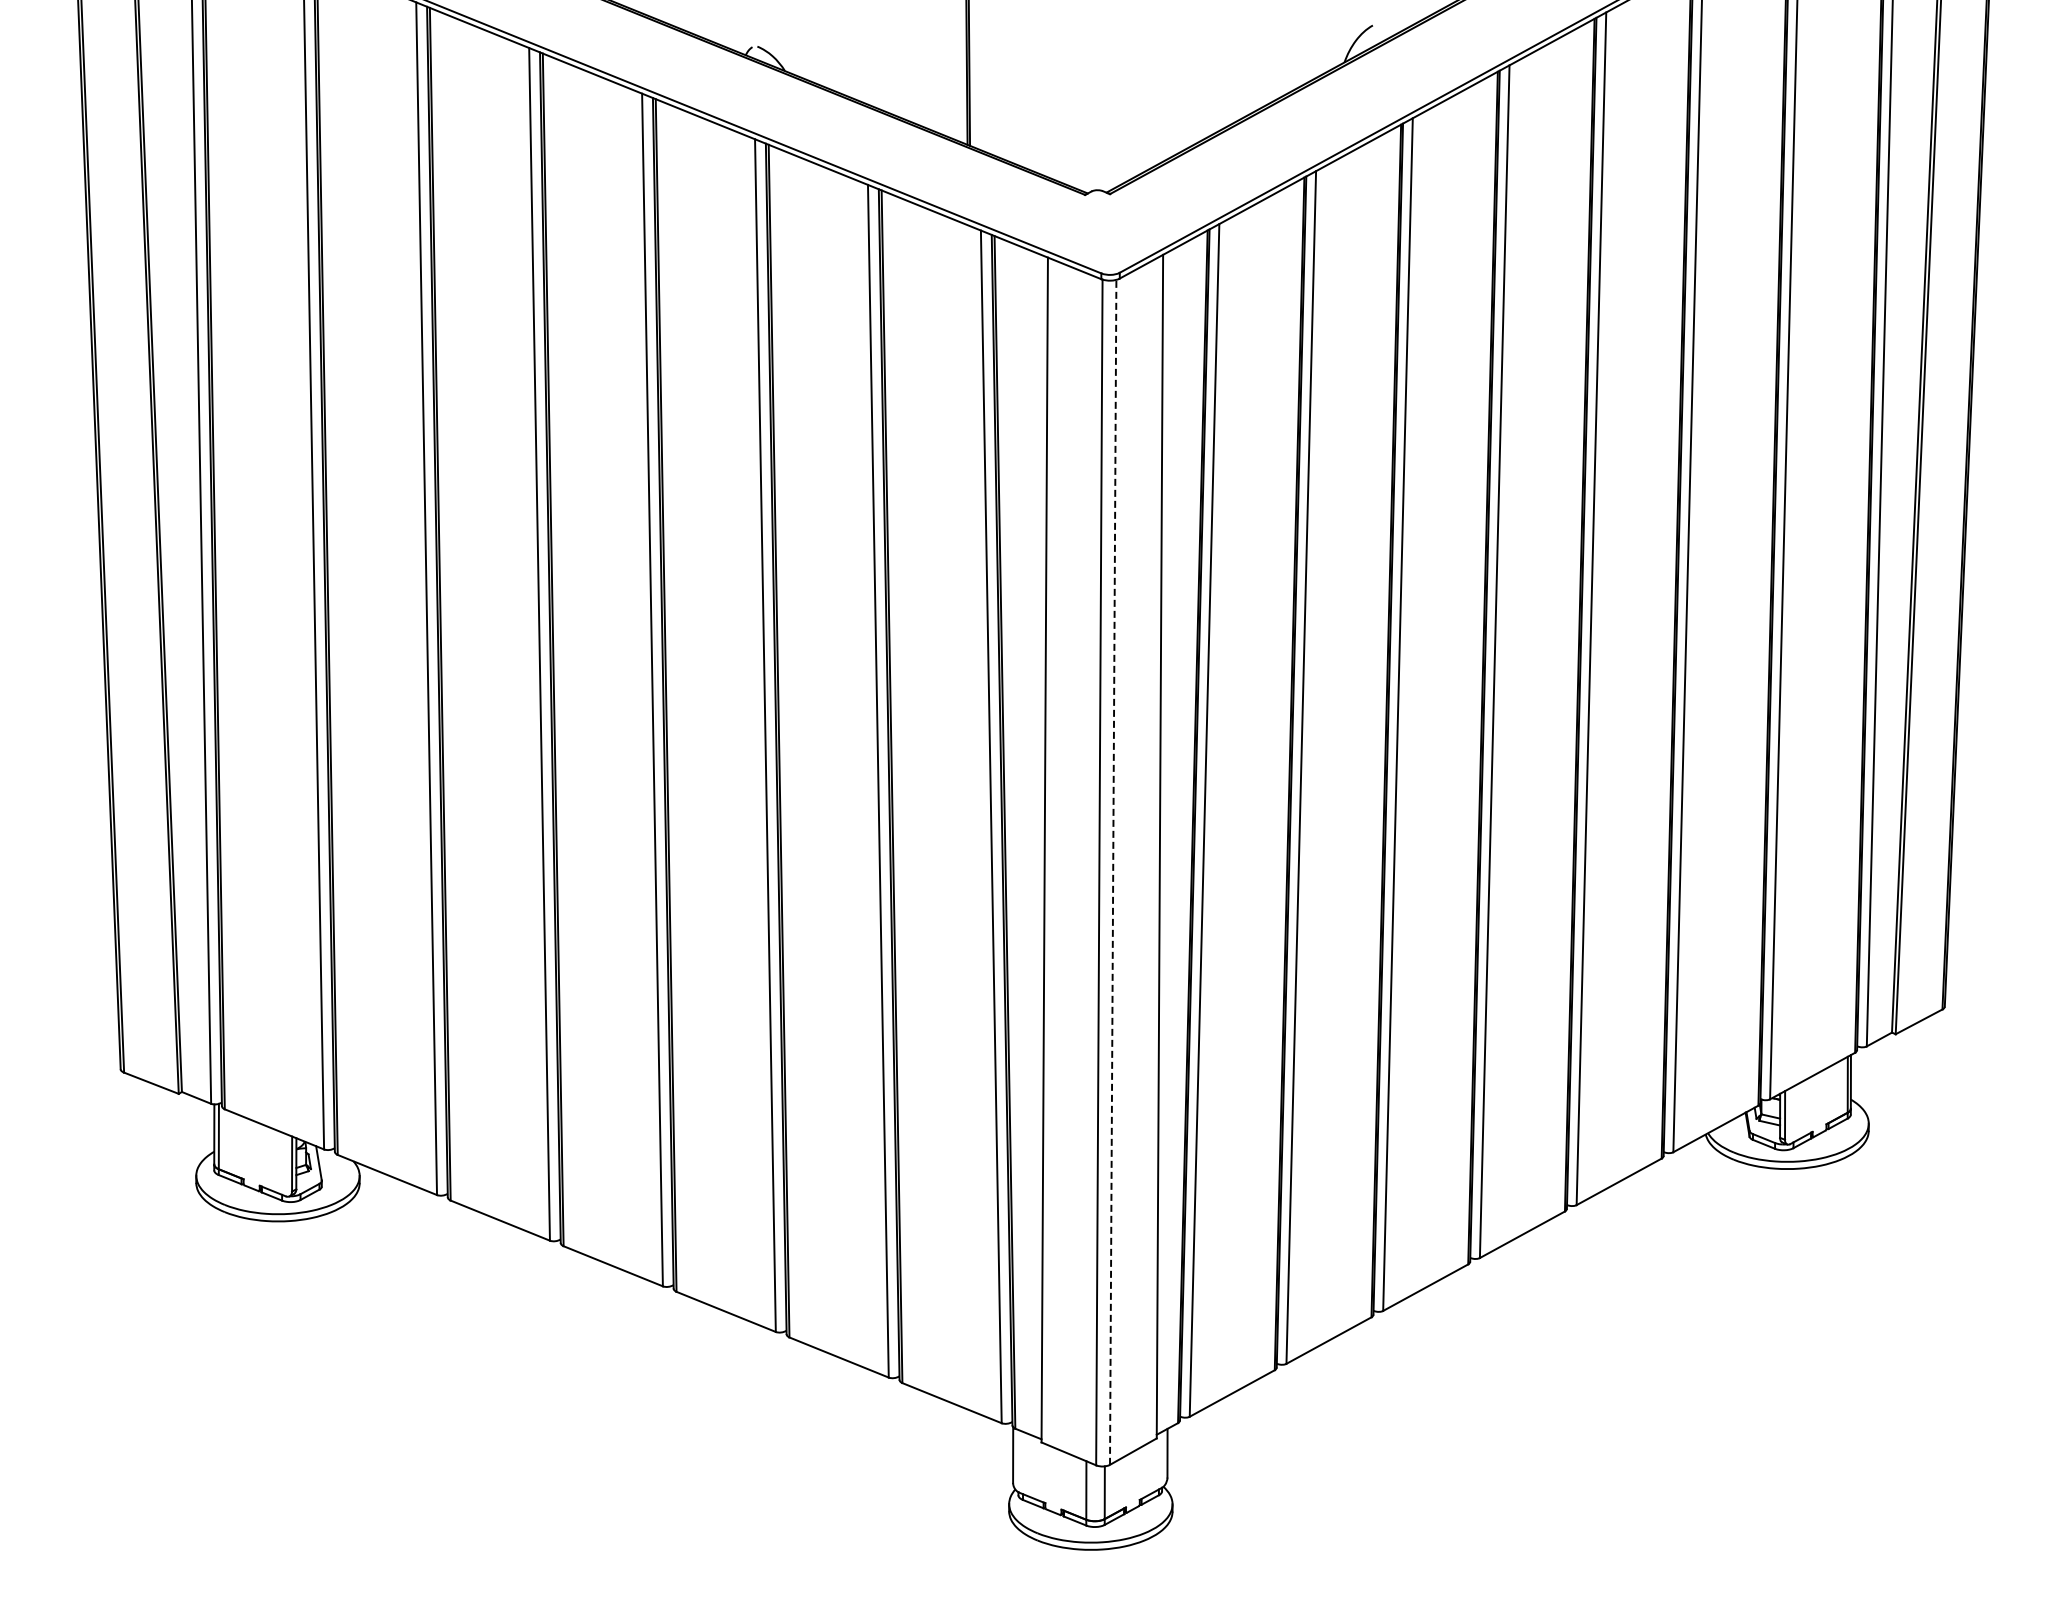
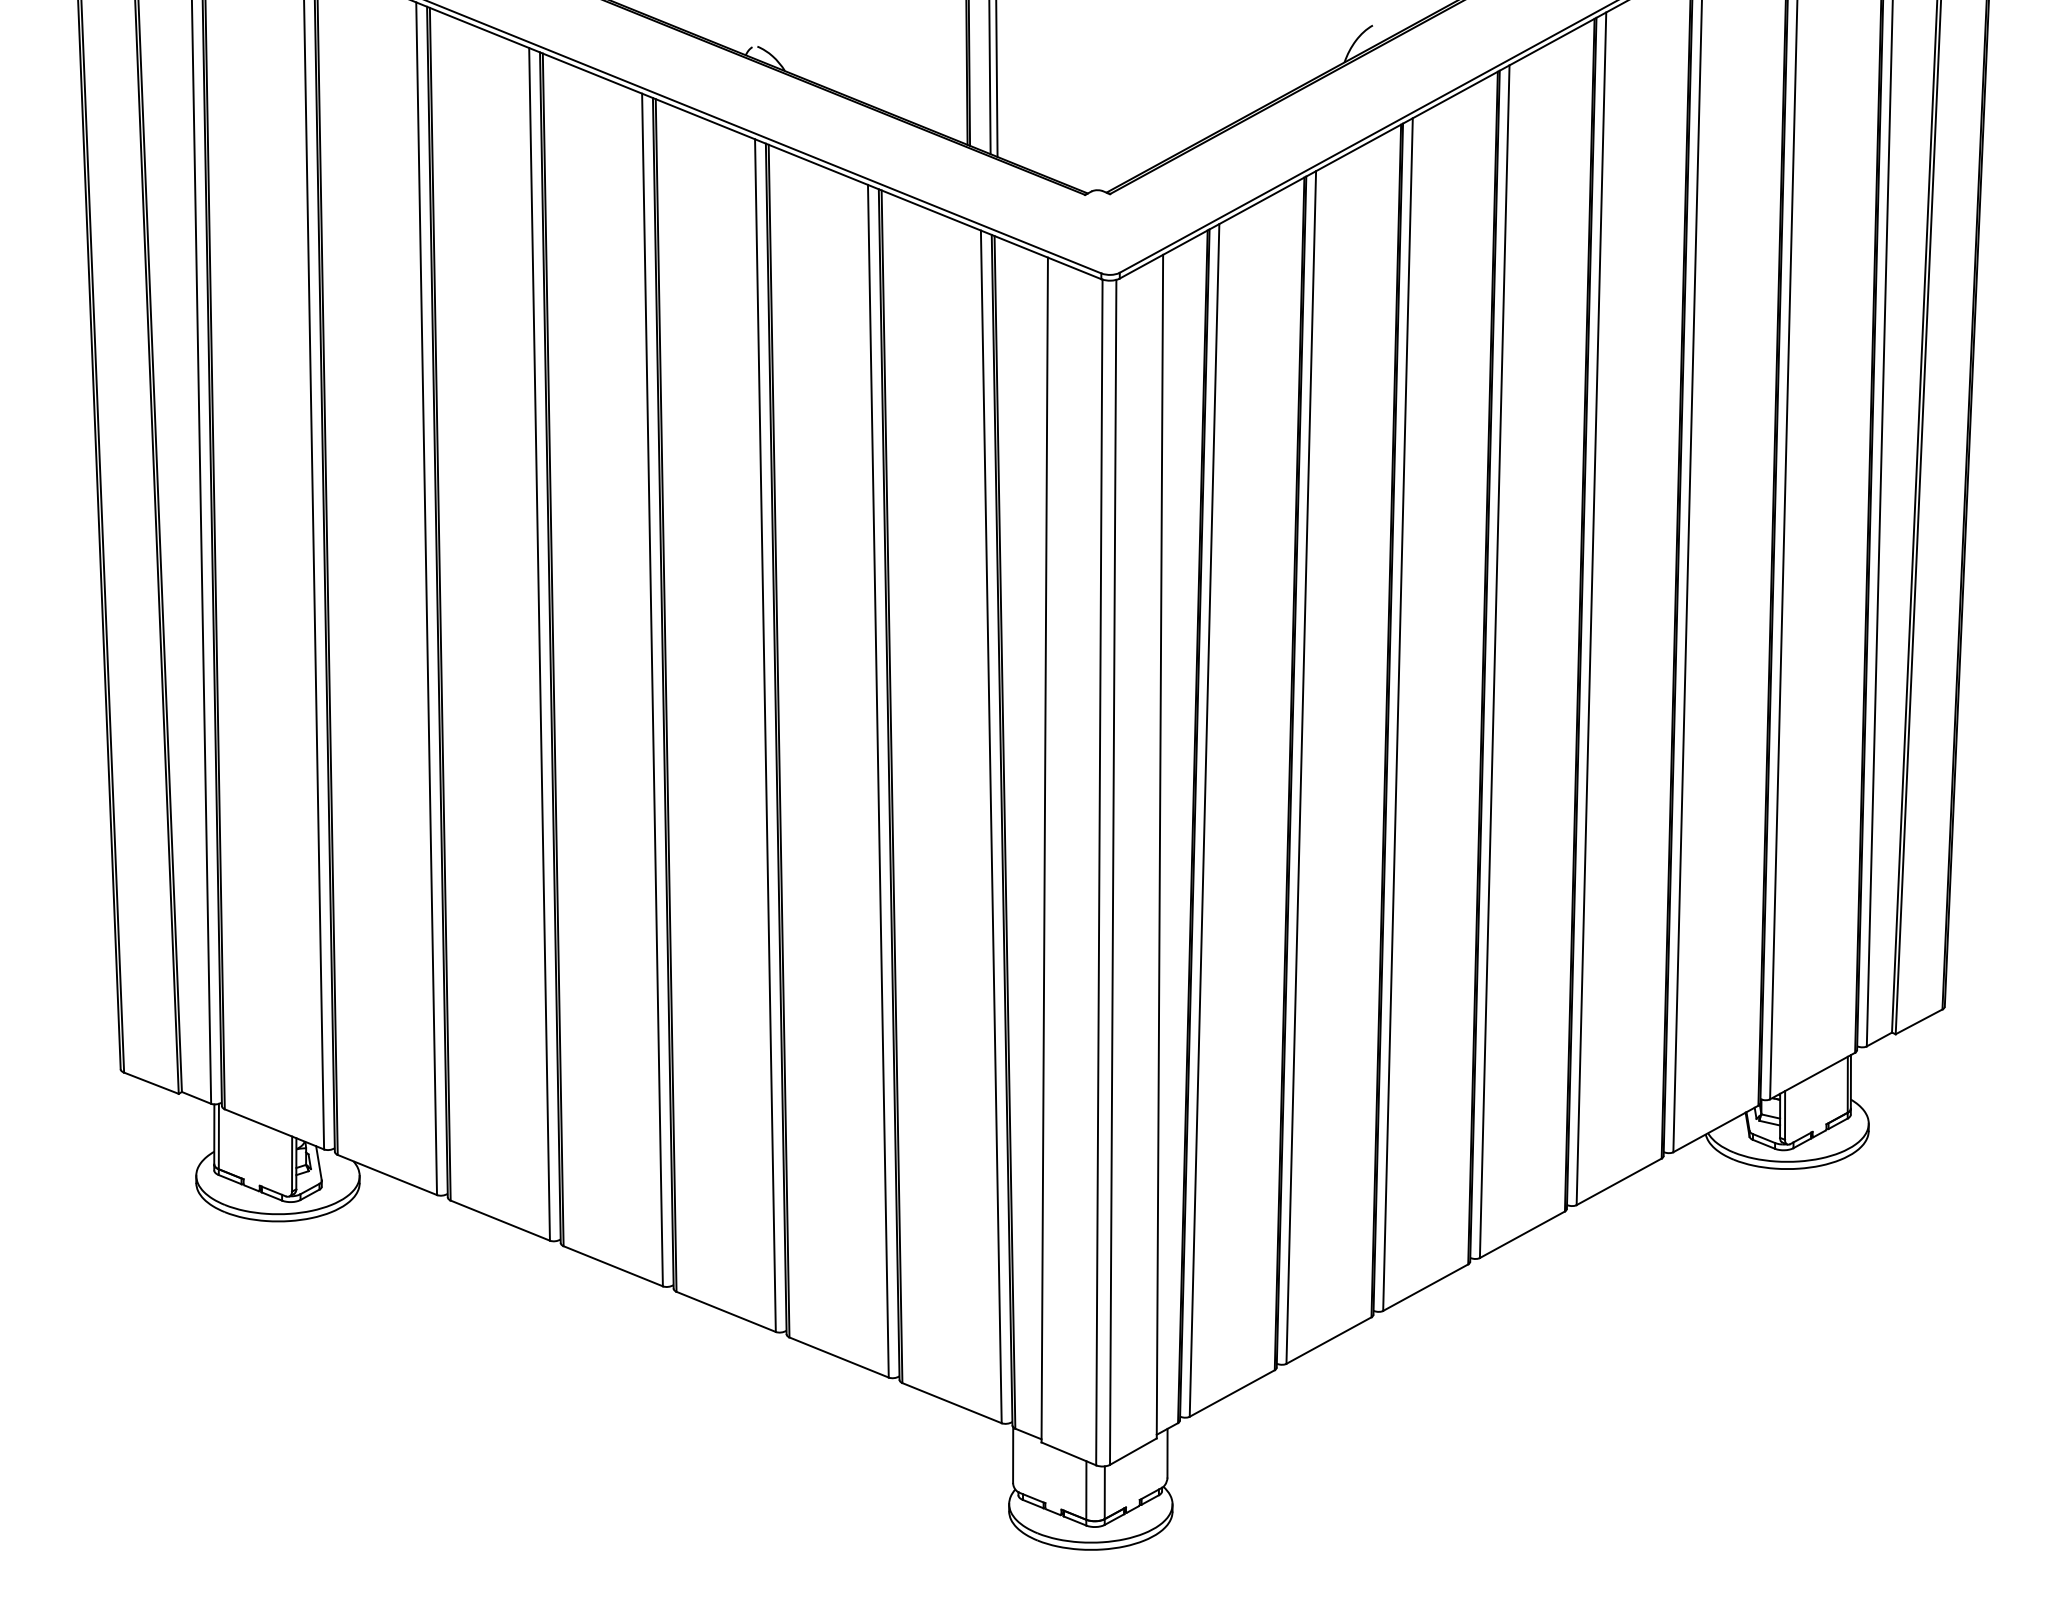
line at (989, 78): none -> present
line at (996, 79): none -> present
line at (1113, 872): dashed -> solid
